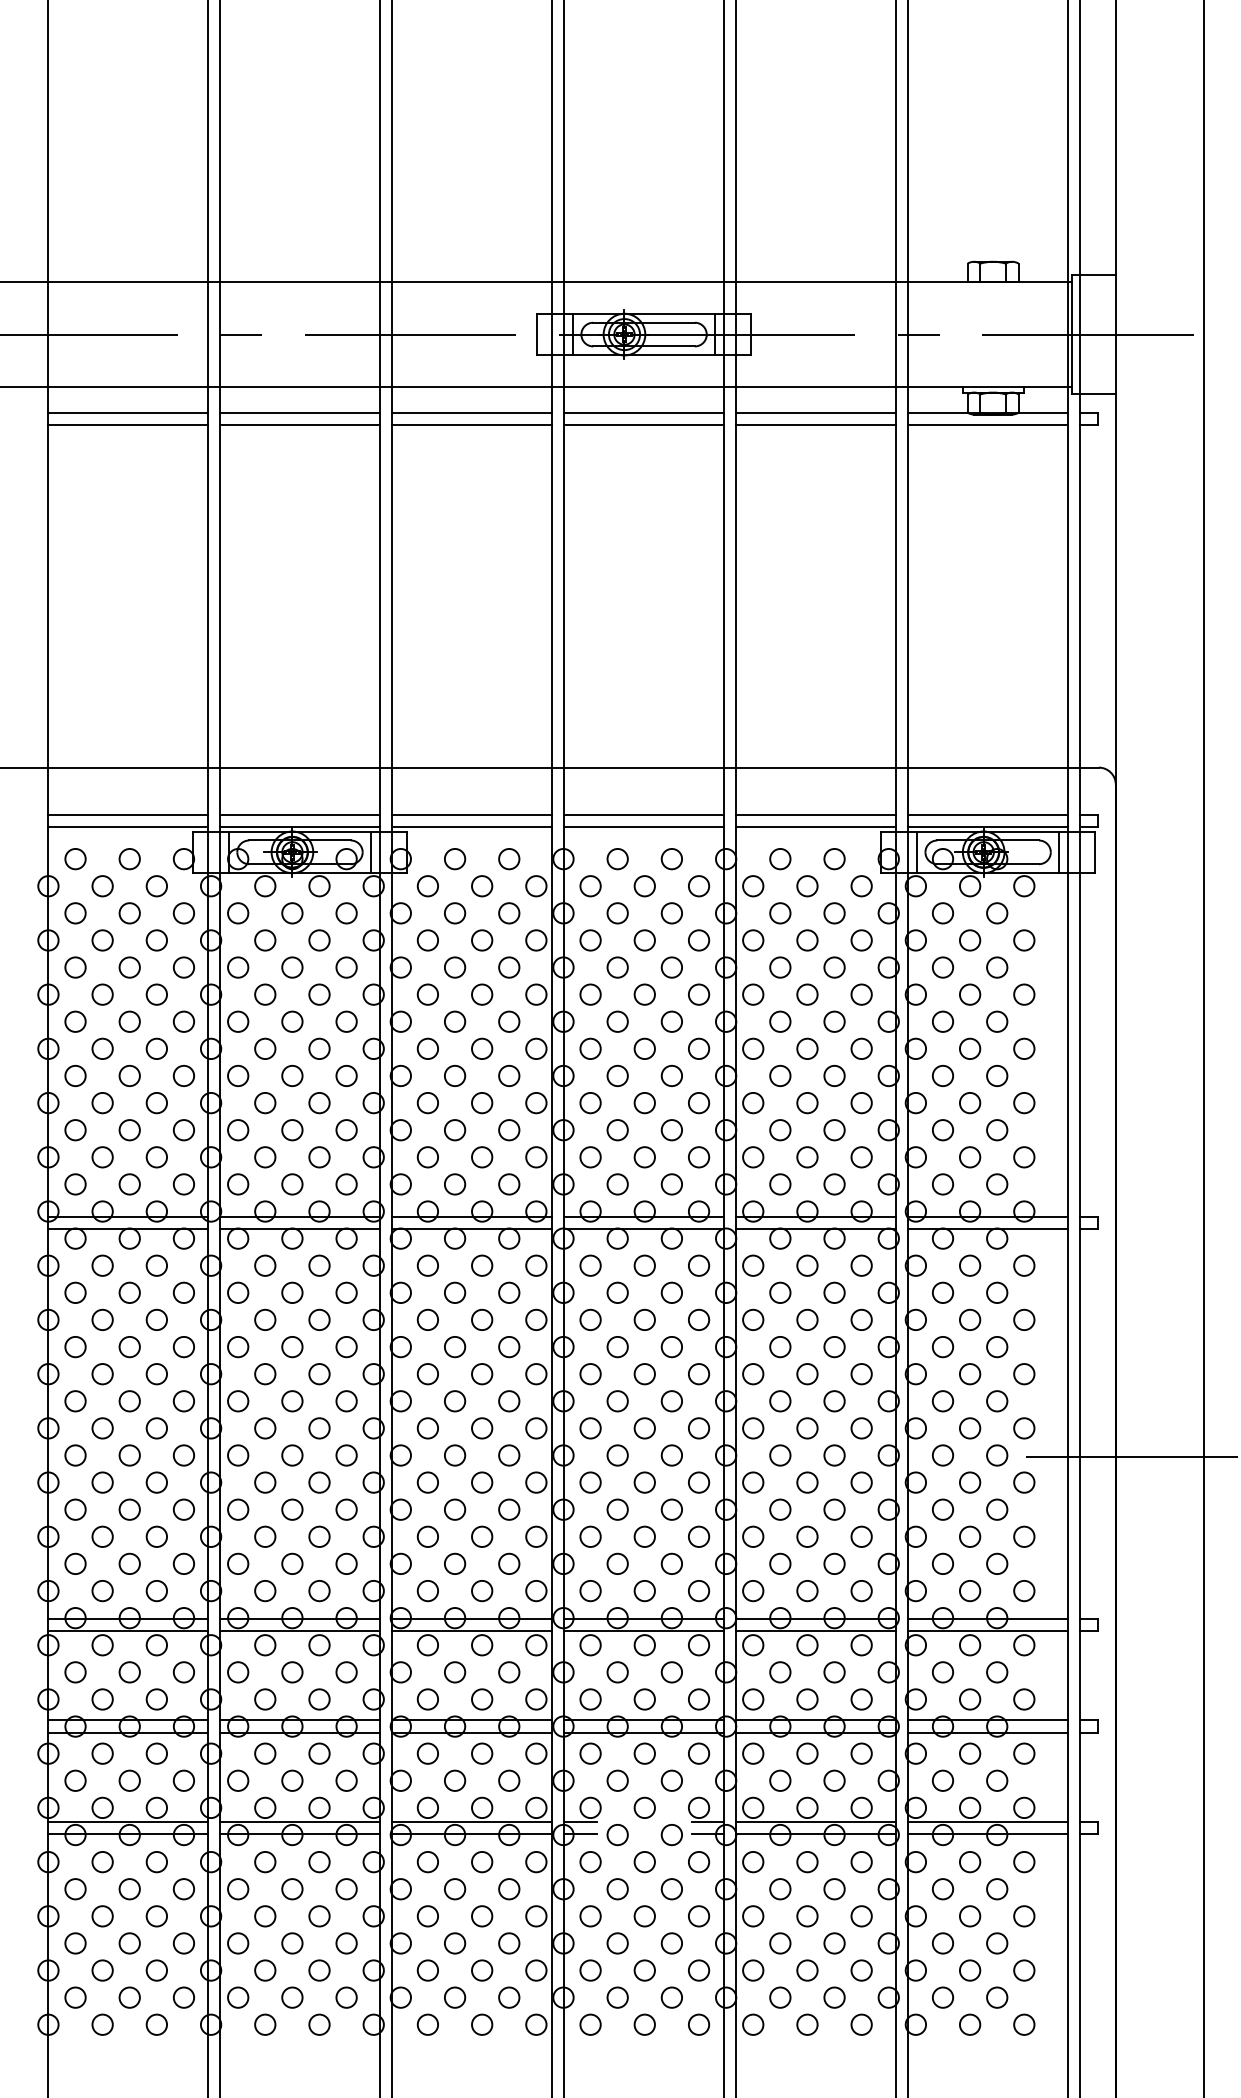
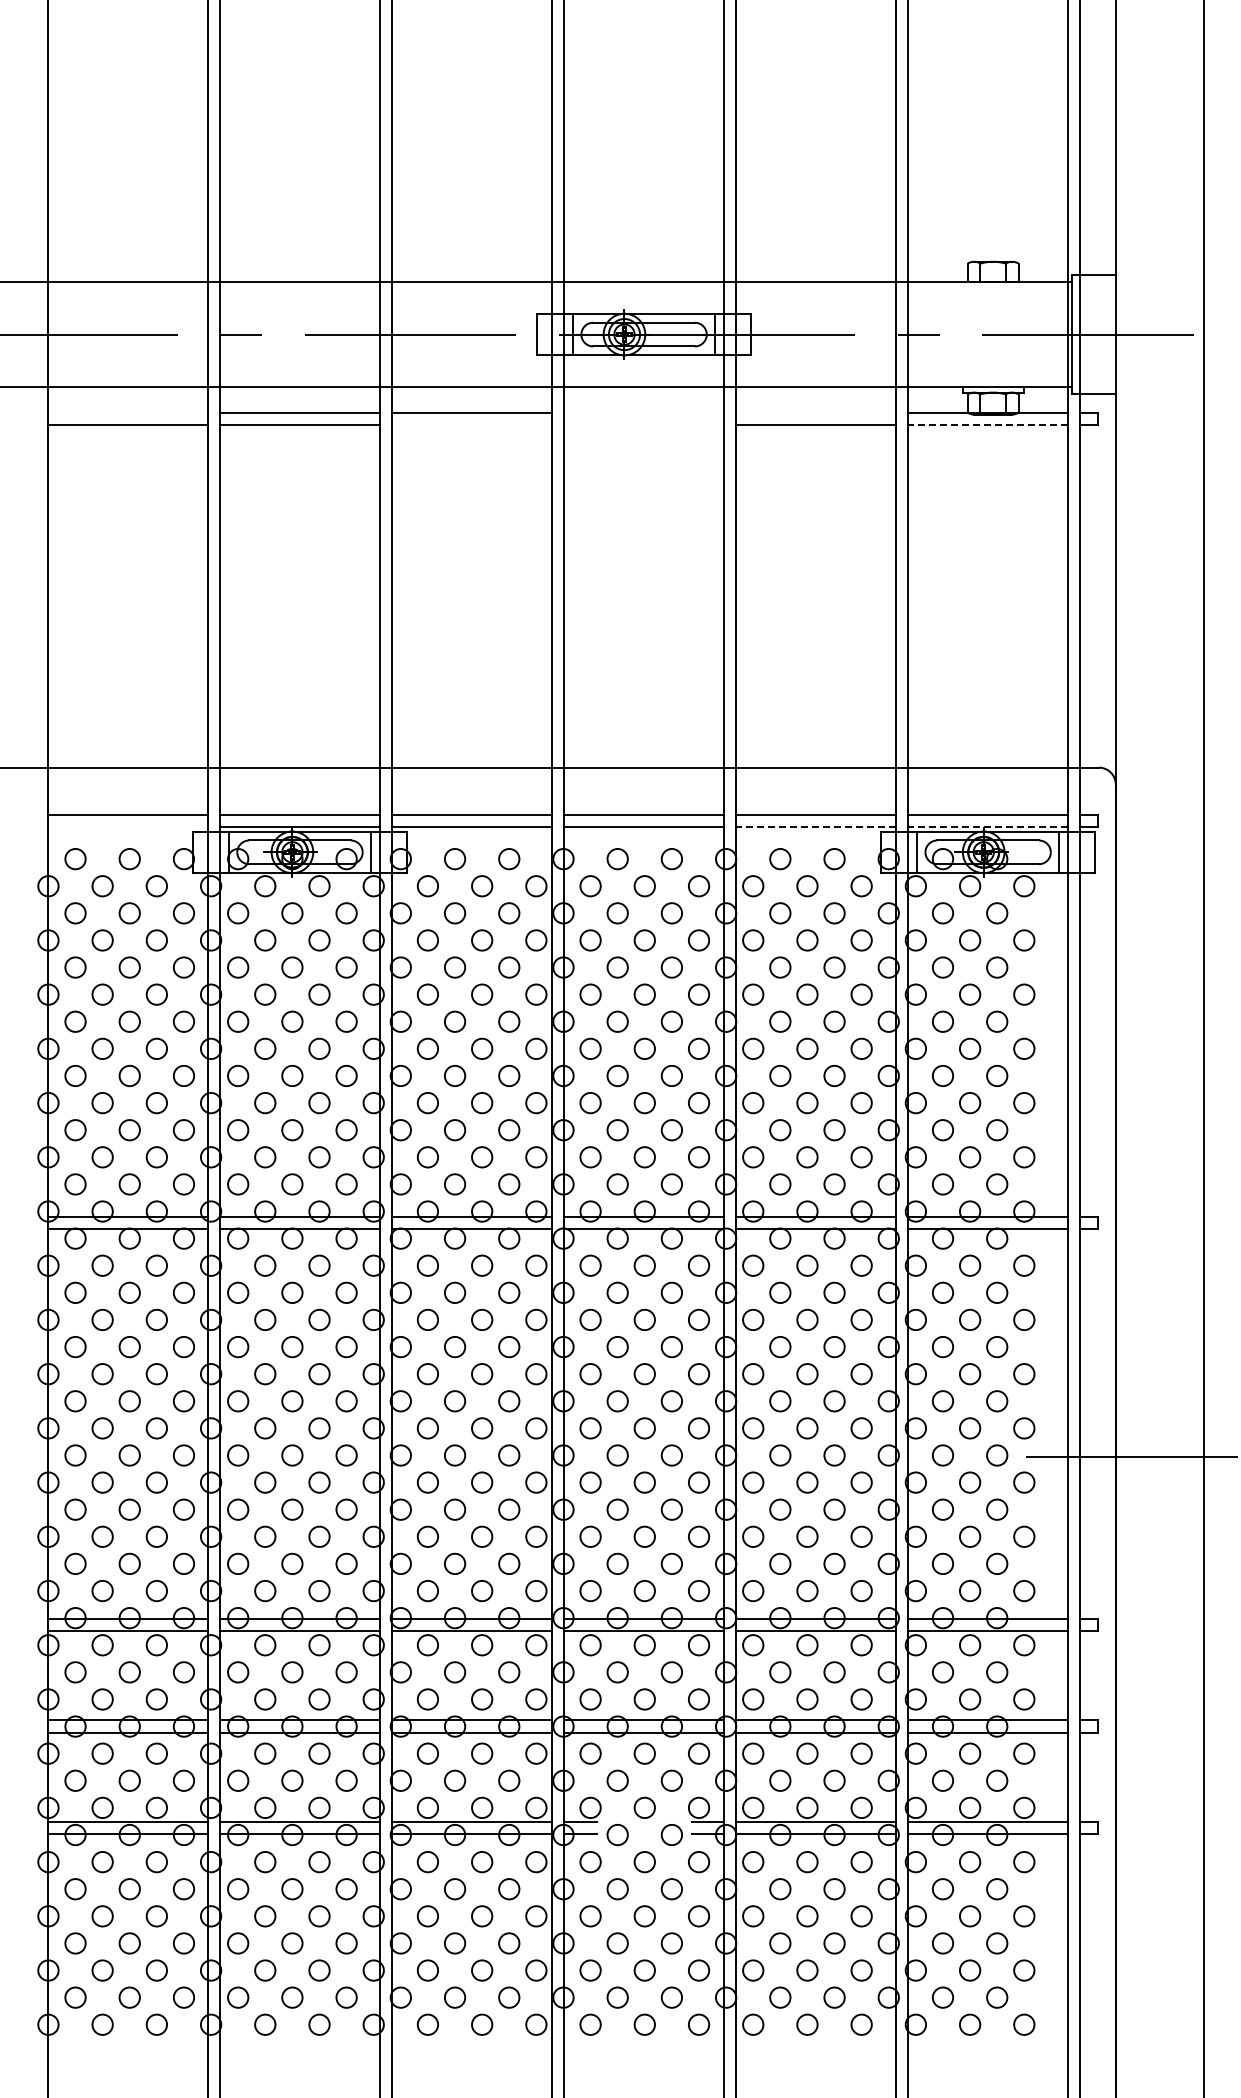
line at (127, 412): present -> none
line at (643, 412): present -> none
line at (816, 412): present -> none
line at (471, 425): present -> none
line at (643, 425): present -> none
line at (988, 425): solid -> dashed
line at (127, 827): present -> none
line at (816, 827): solid -> dashed
line at (988, 827): solid -> dashed
